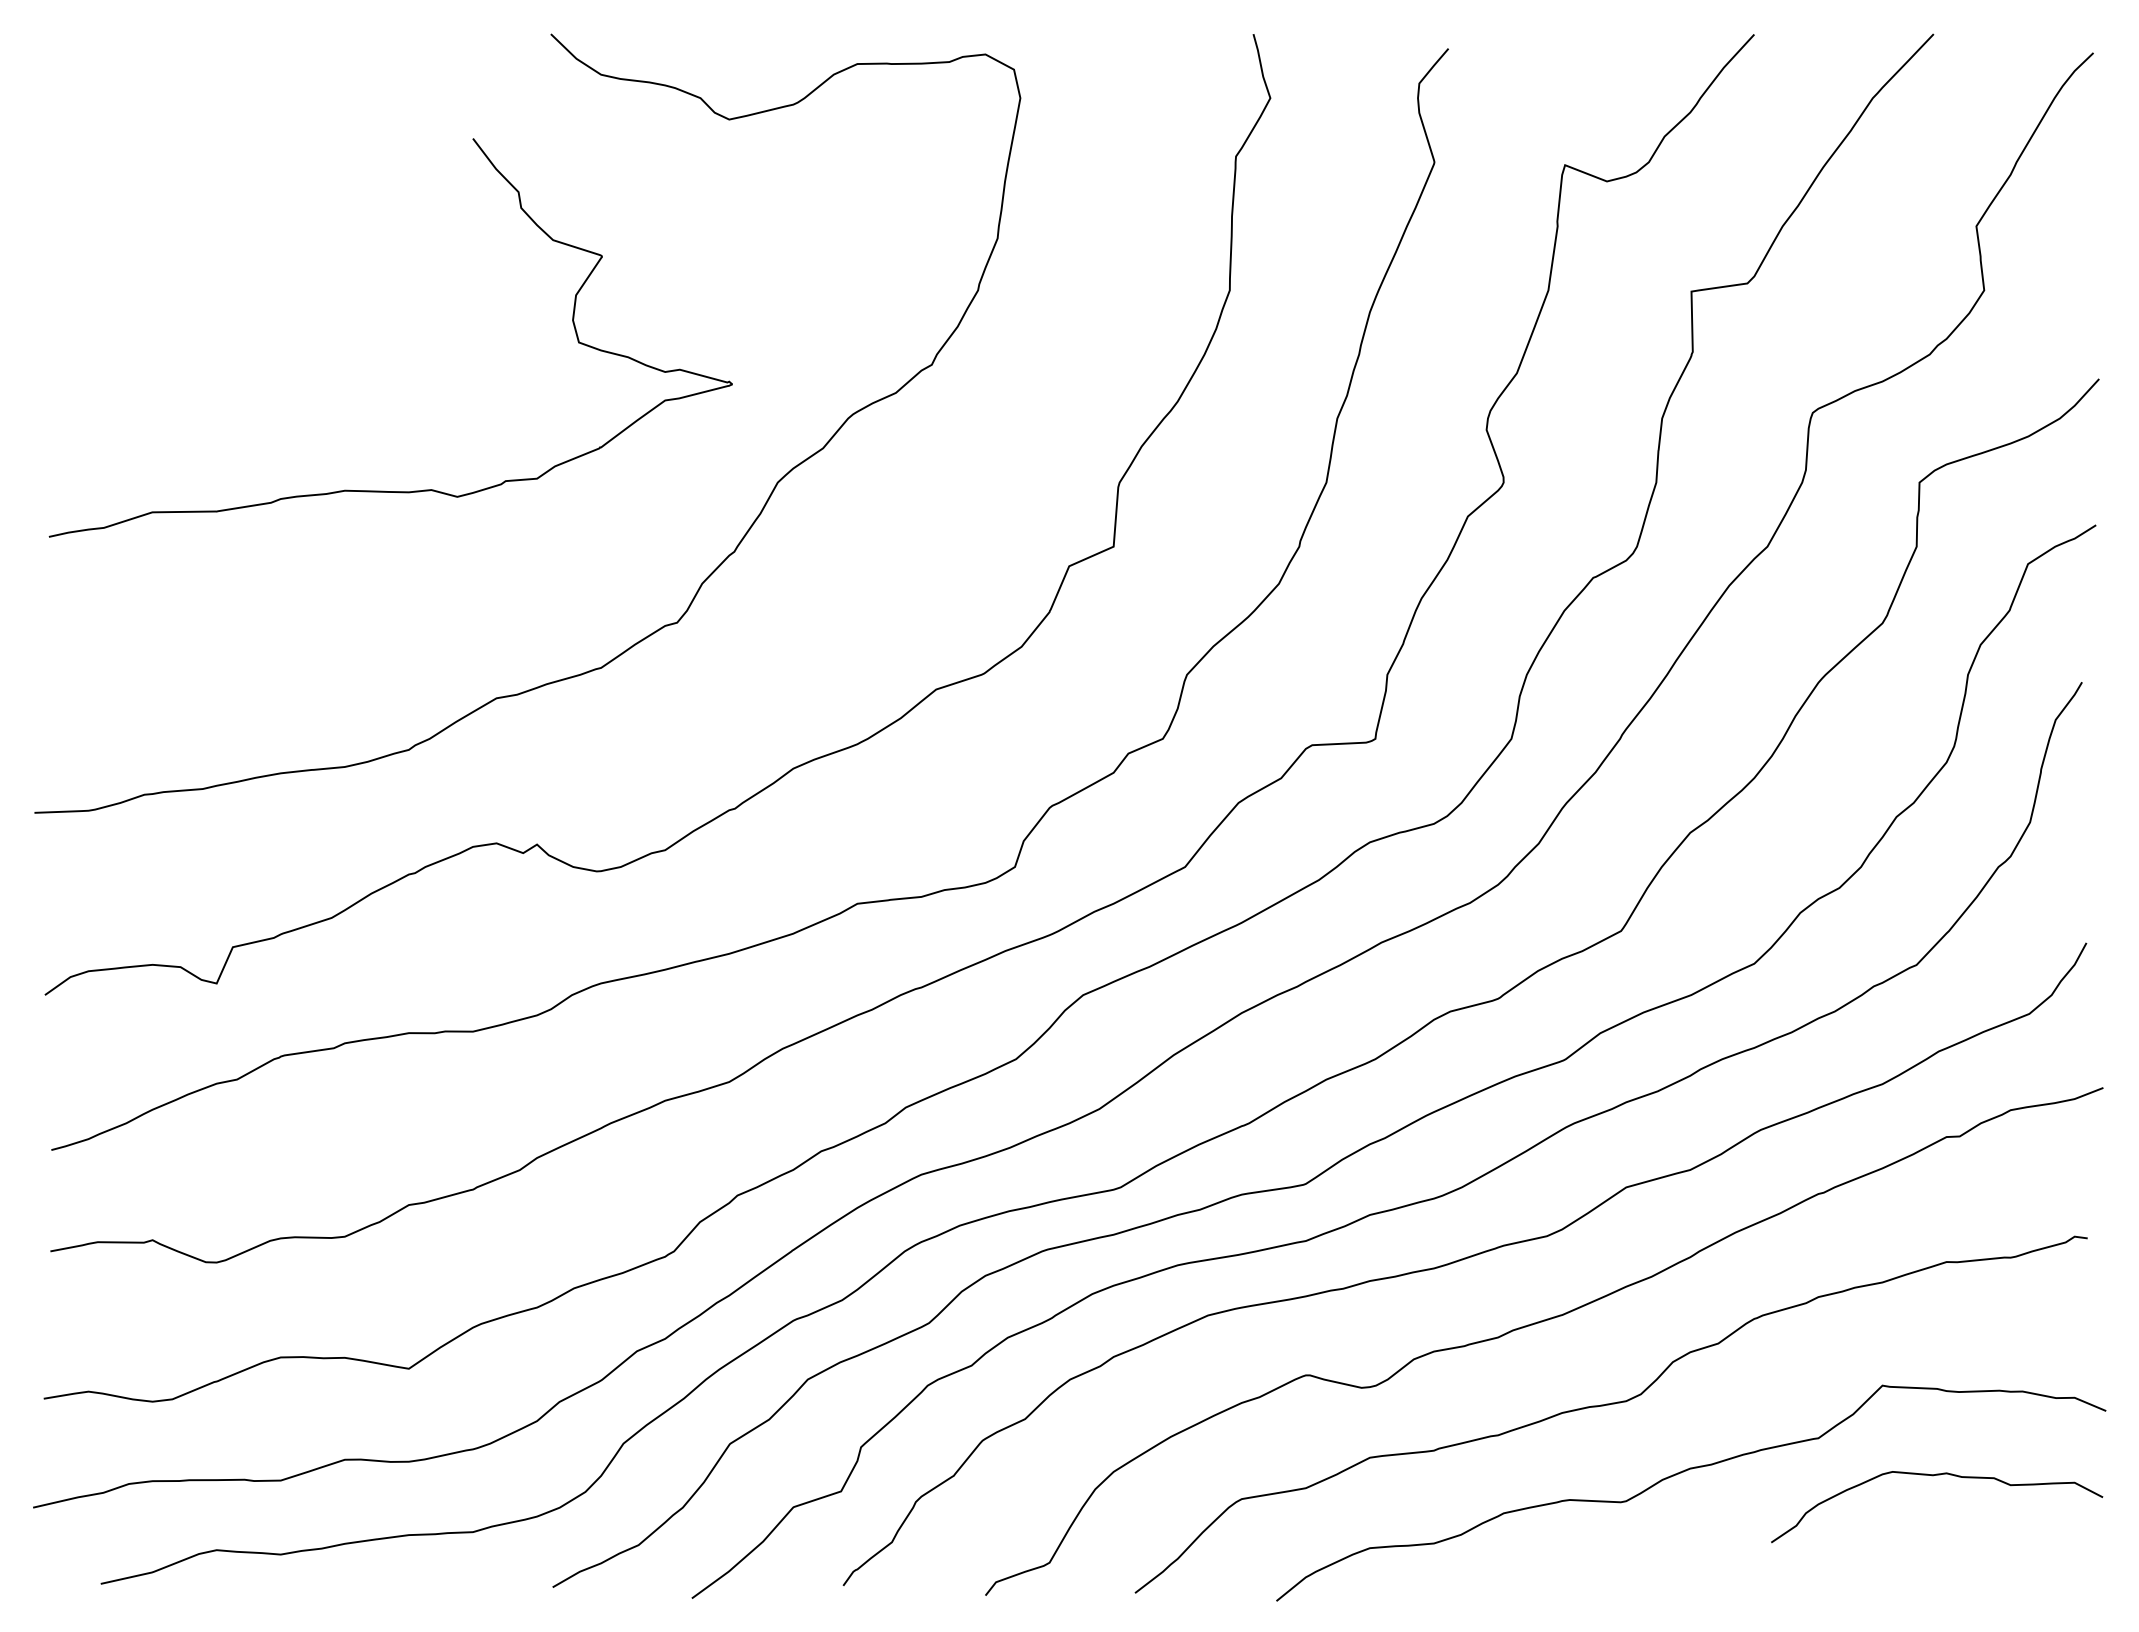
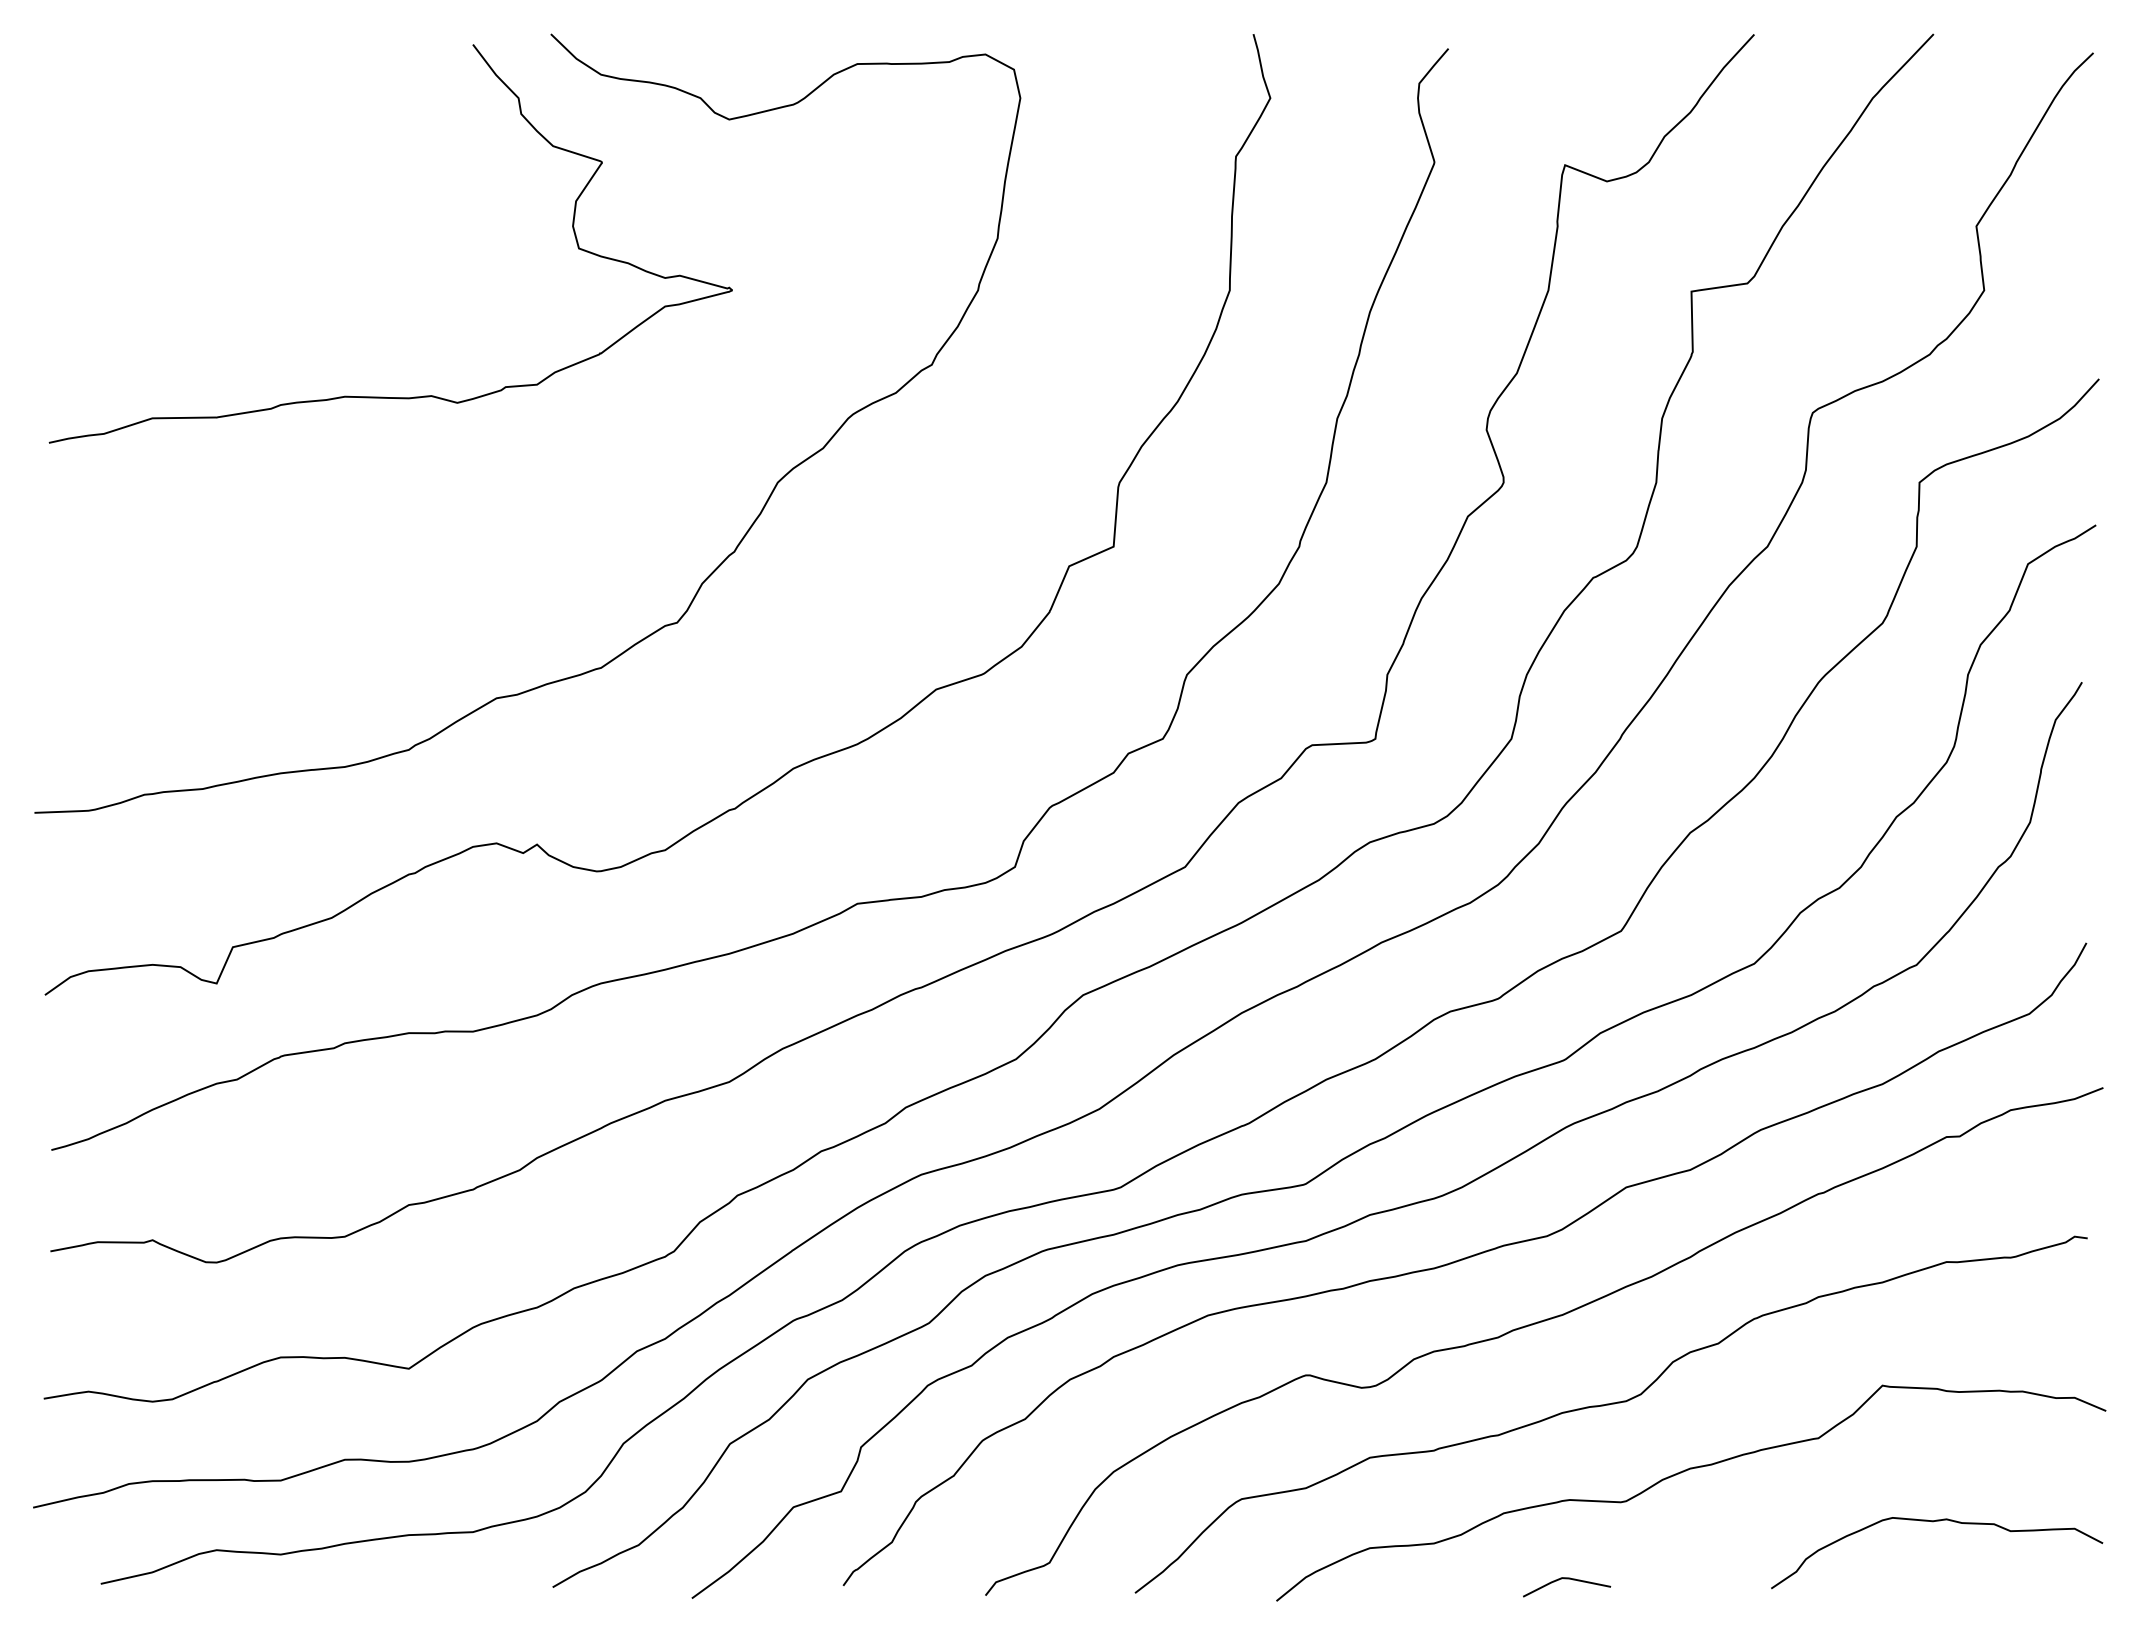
curve at (384, 490) position: (384, 490) -> (384, 396)
curve at (1933, 1476) position: (1933, 1476) -> (1933, 1522)
line at (1567, 1579): none -> present
